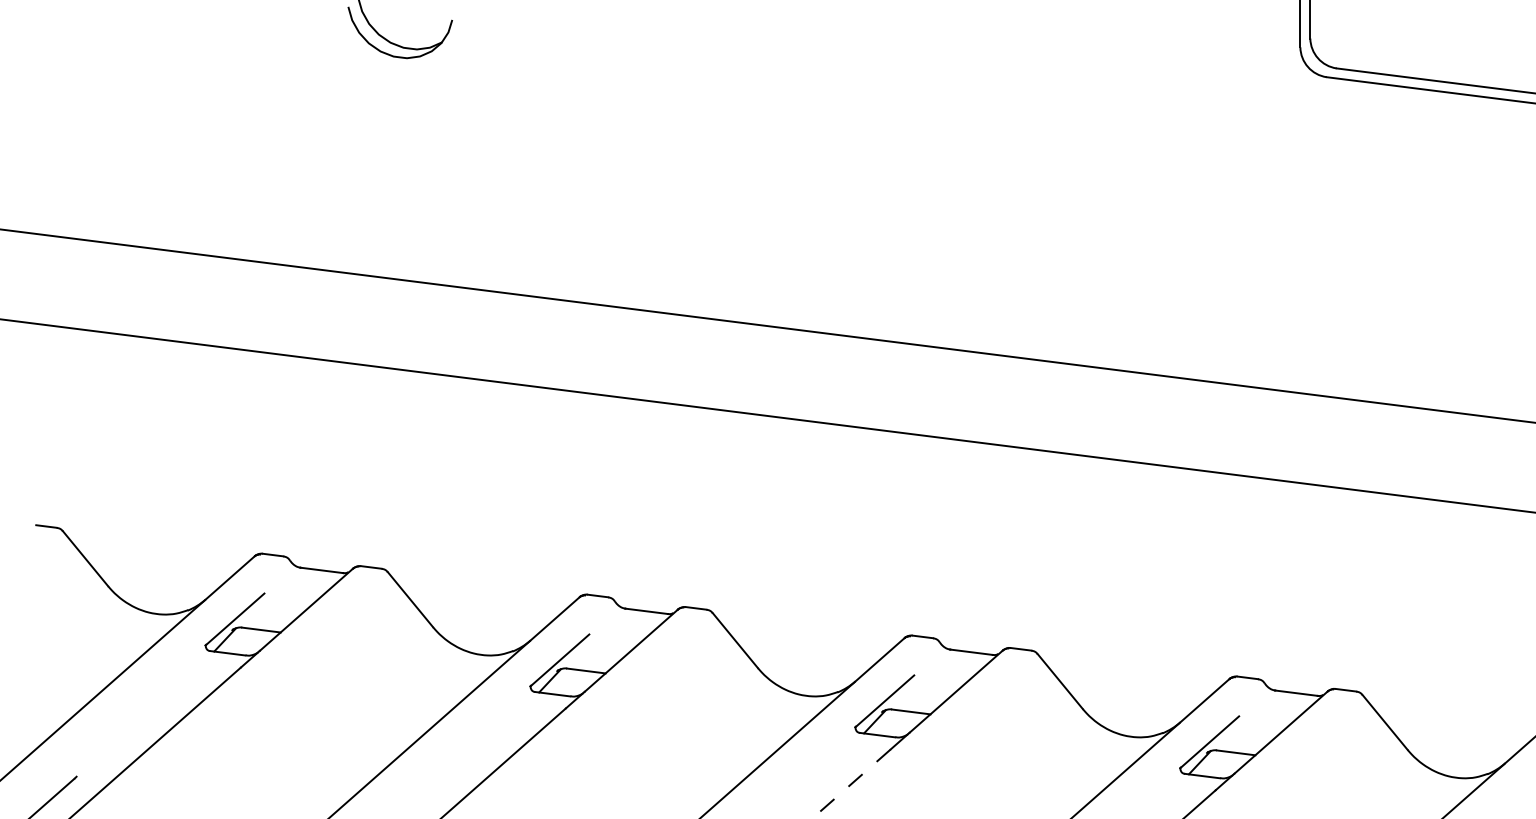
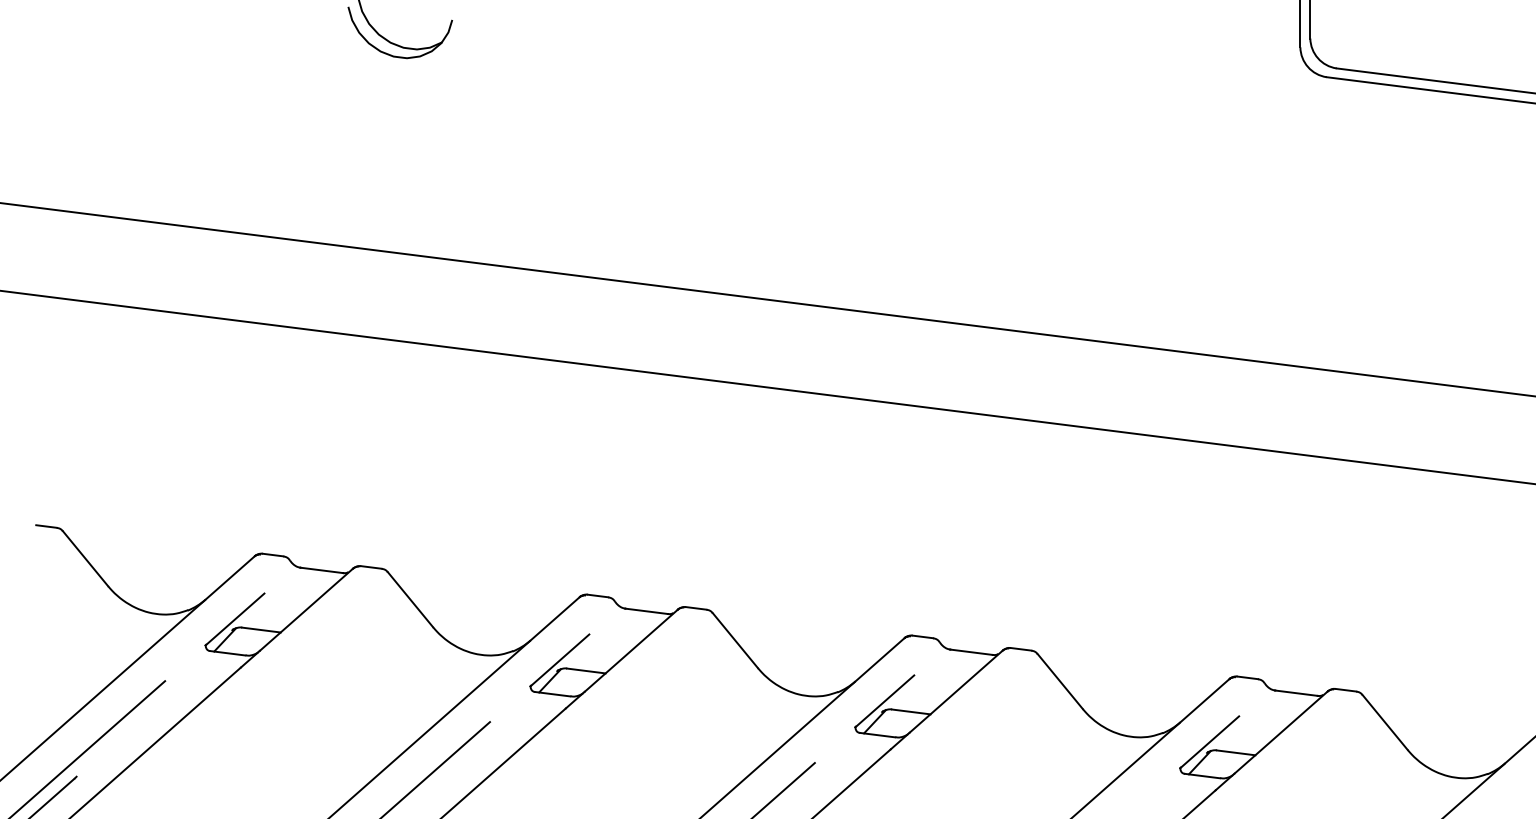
line at (767, 325) position: (767, 325) -> (767, 299)
line at (767, 415) position: (767, 415) -> (767, 387)
line at (88, 748): none -> present
line at (437, 768): none -> present
line at (851, 784): dashed -> solid
line at (784, 789): none -> present
